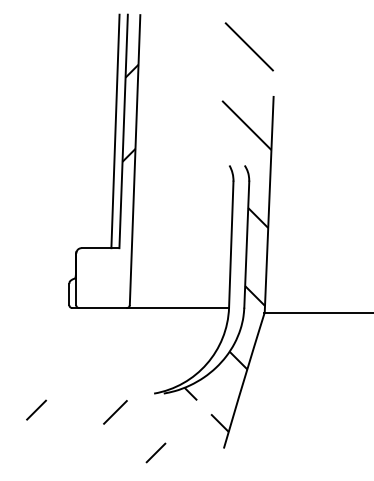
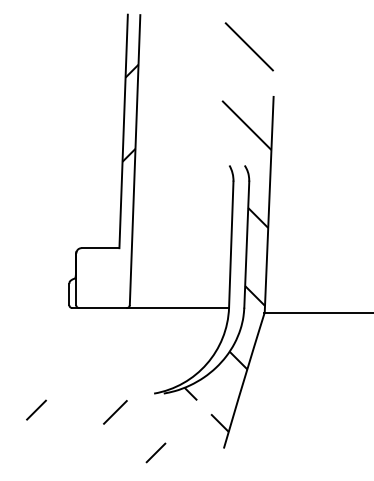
line at (115, 131): present -> none
